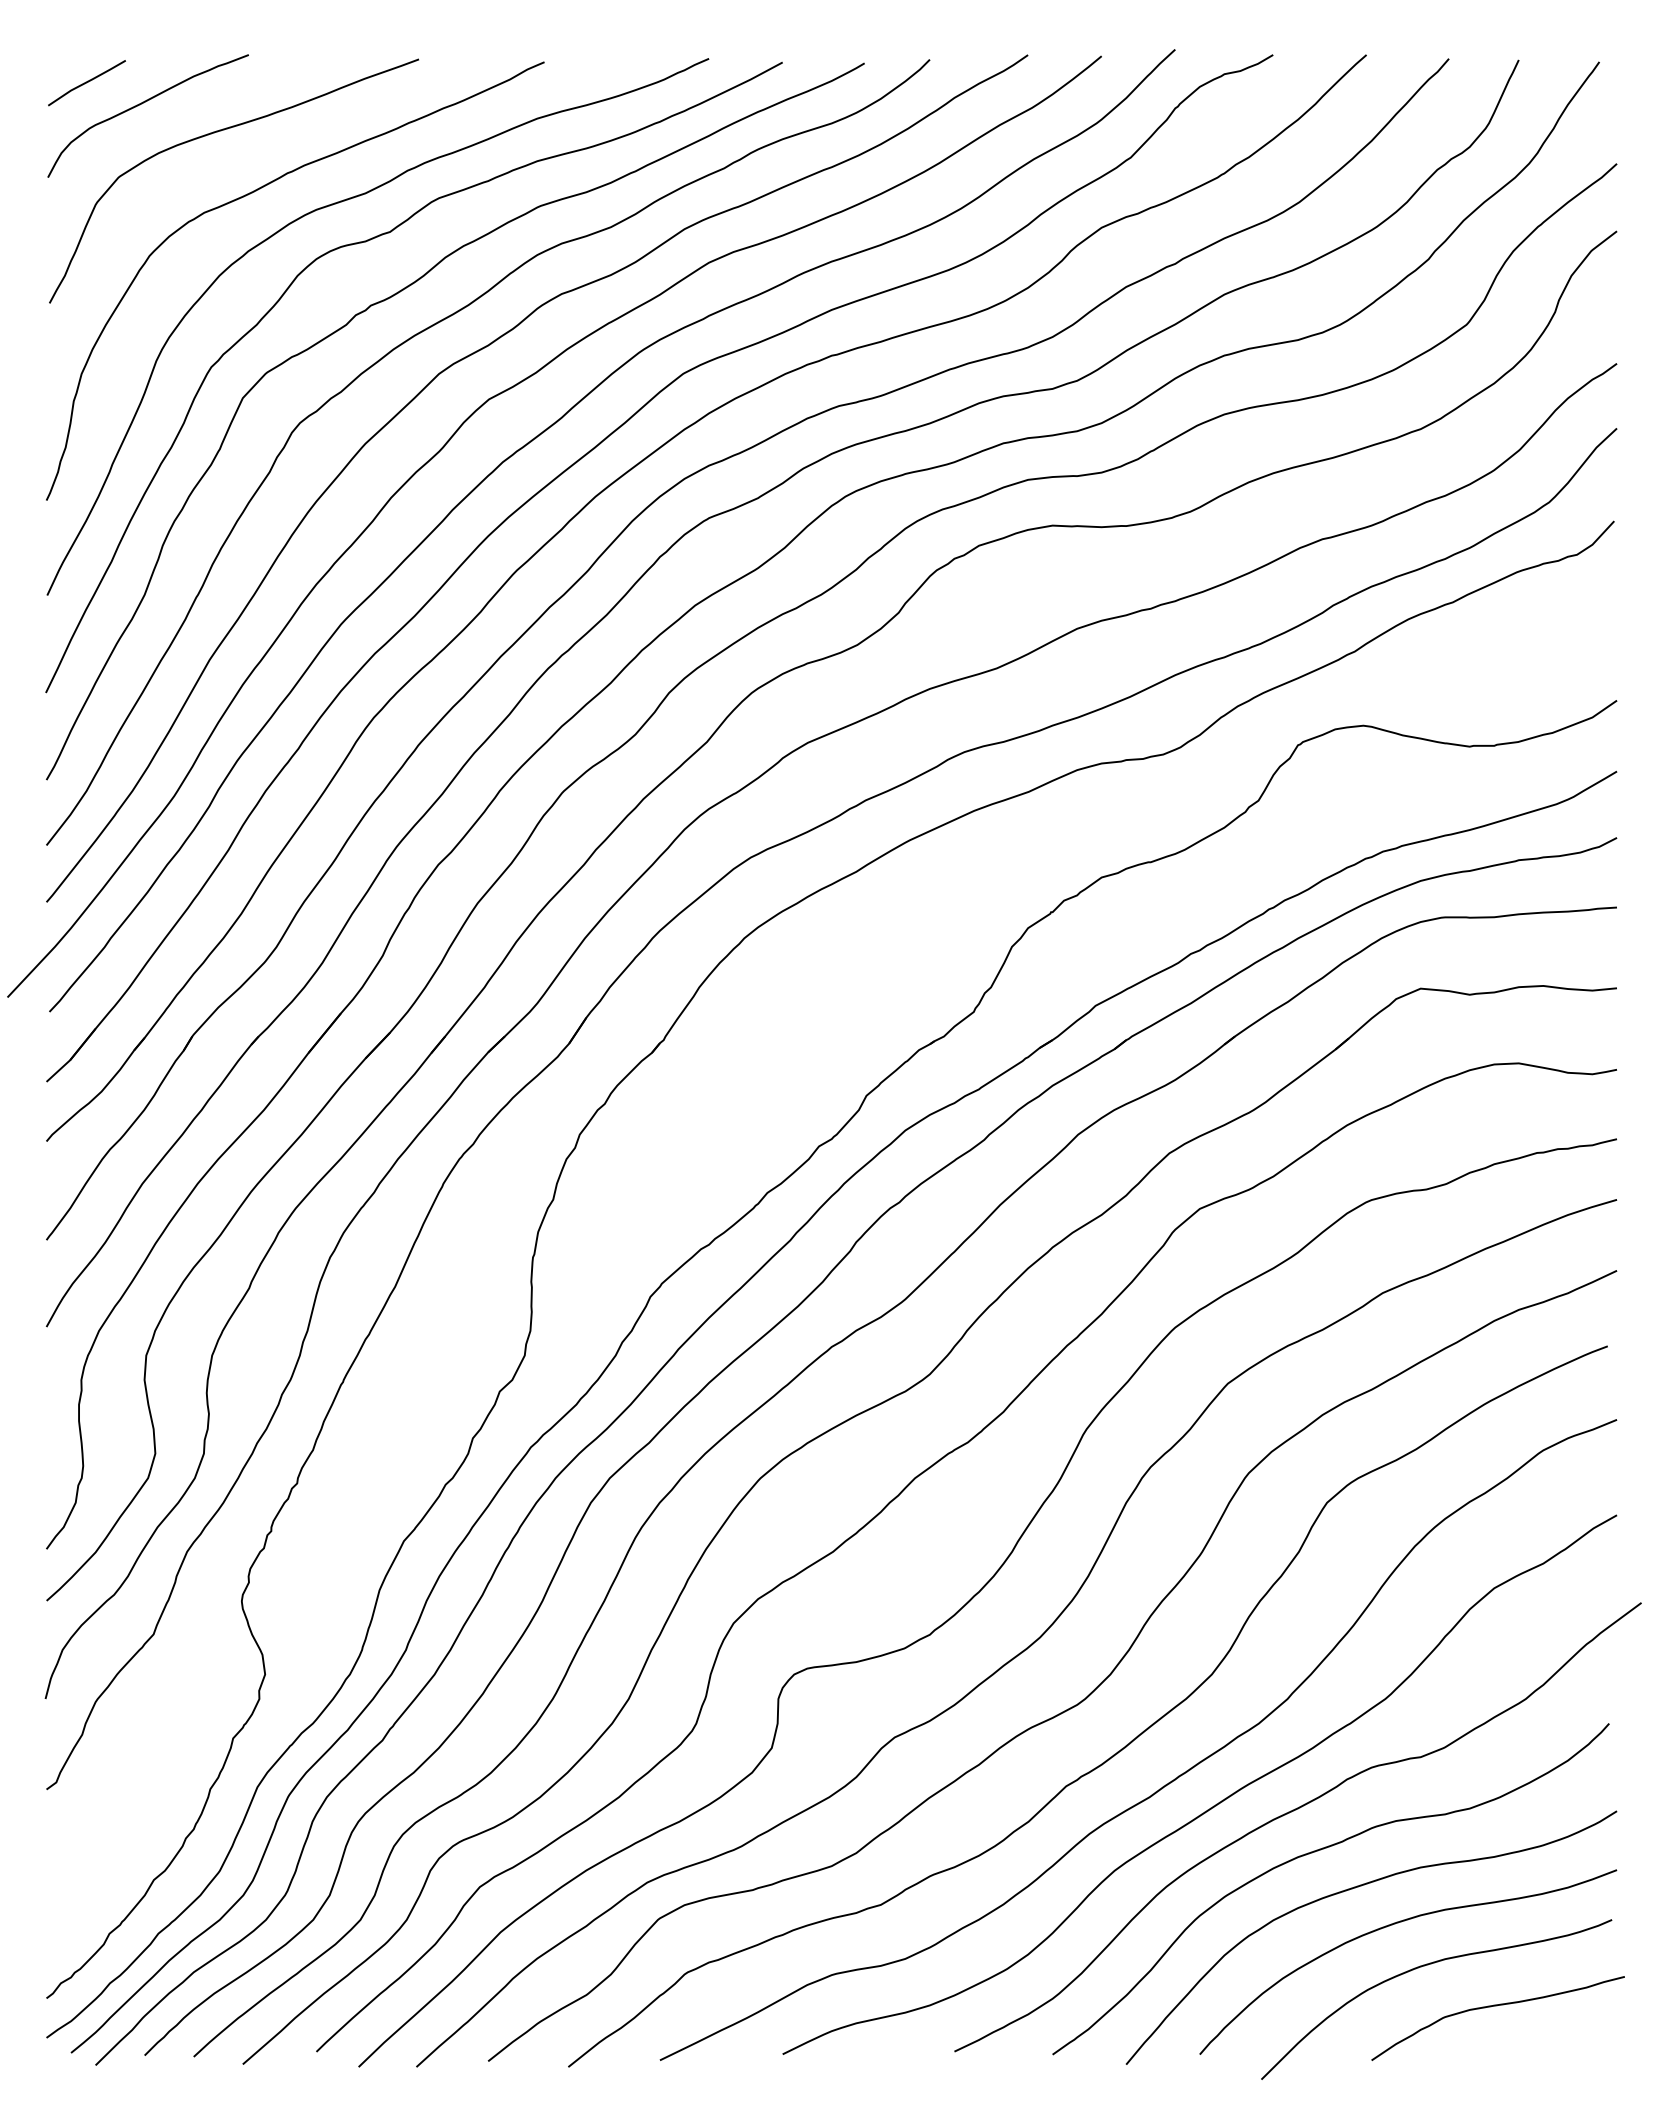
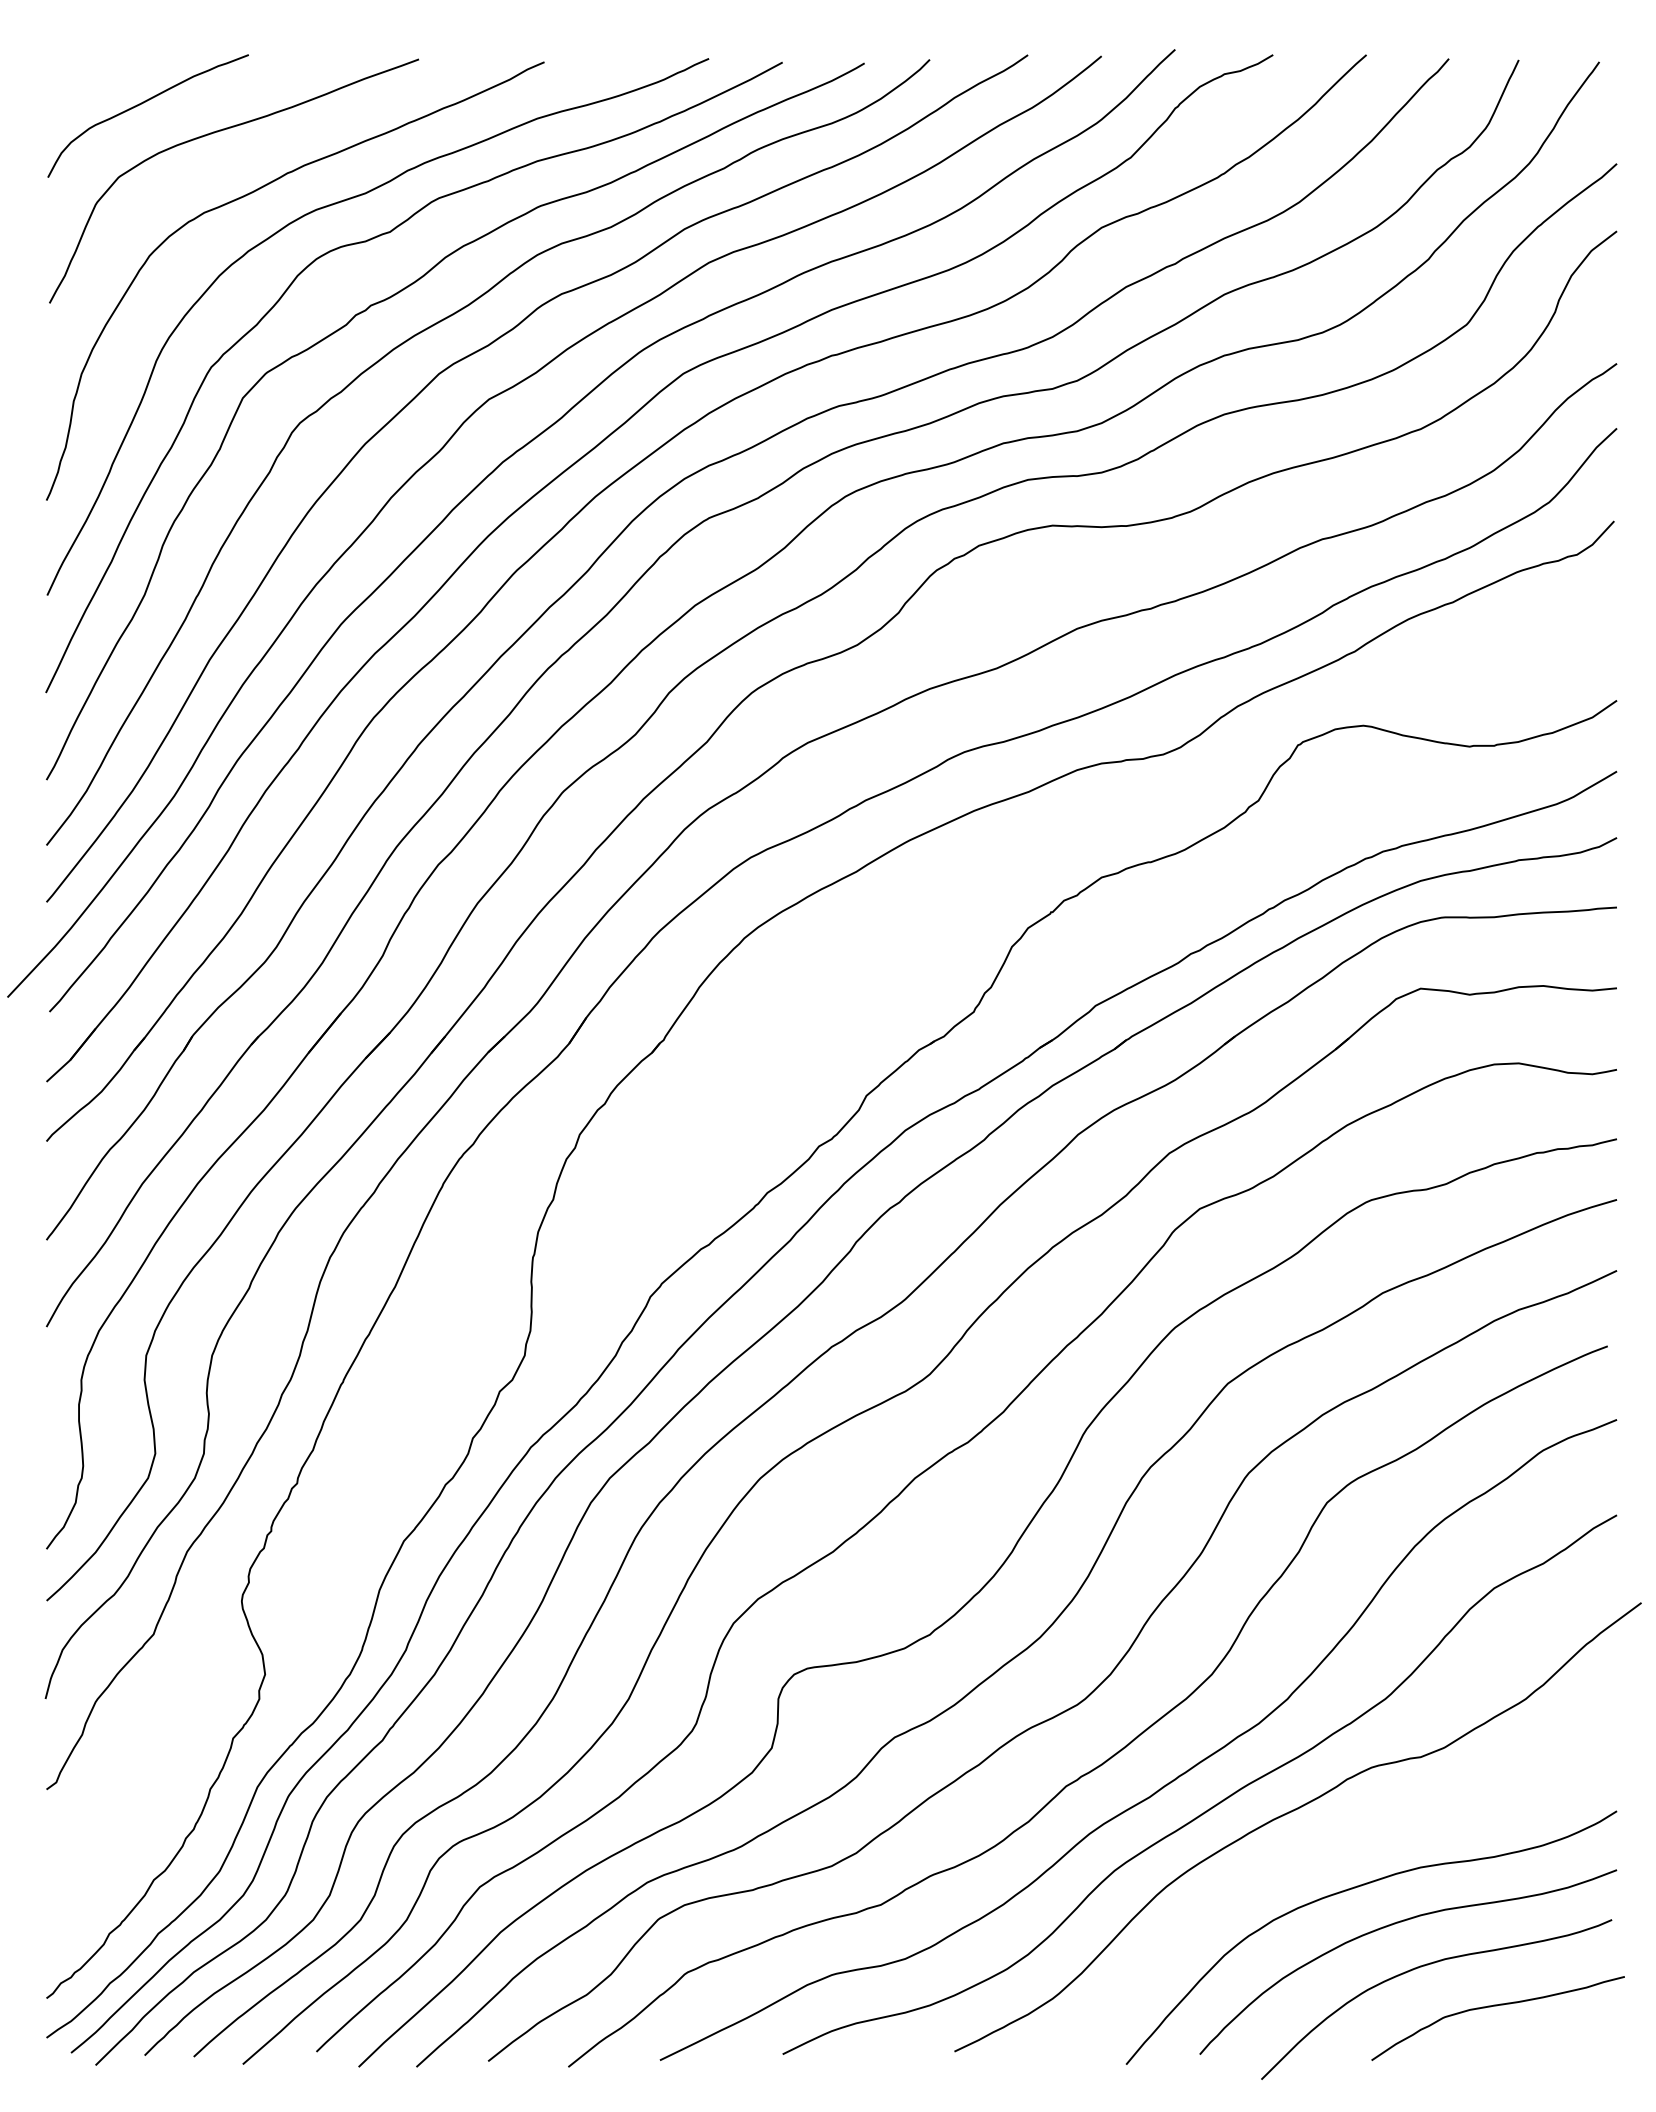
line at (86, 83): present -> none
curve at (1318, 1851): present -> none
